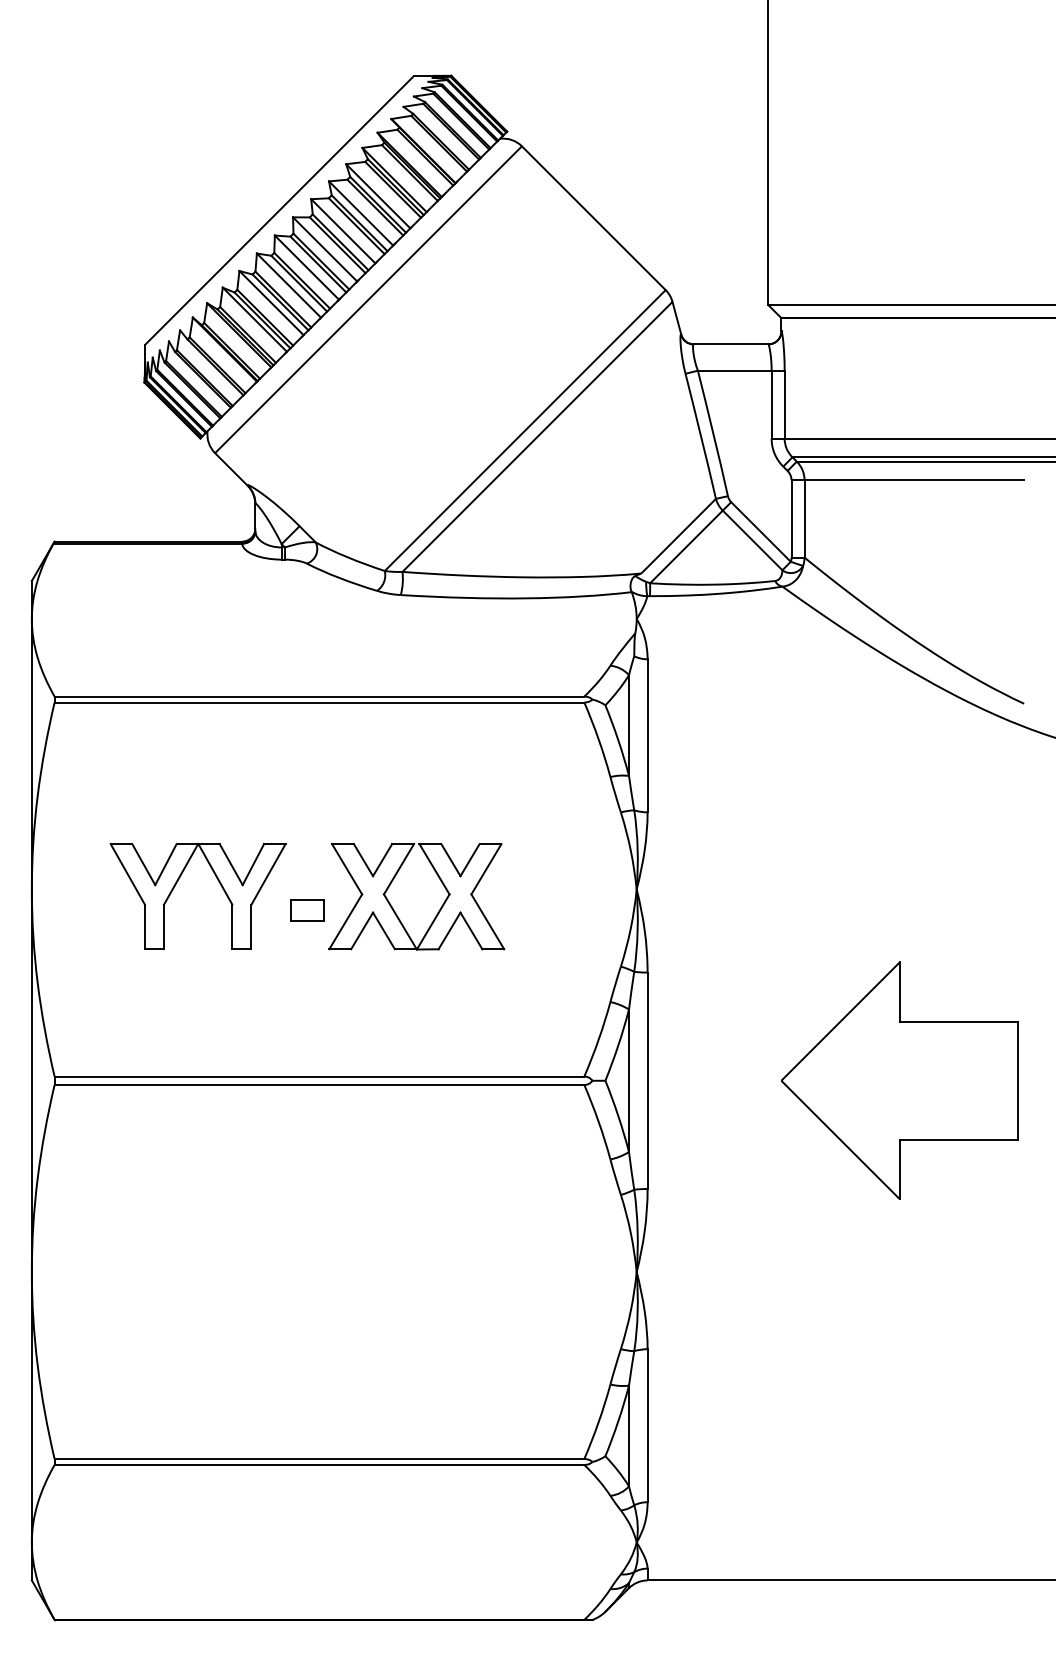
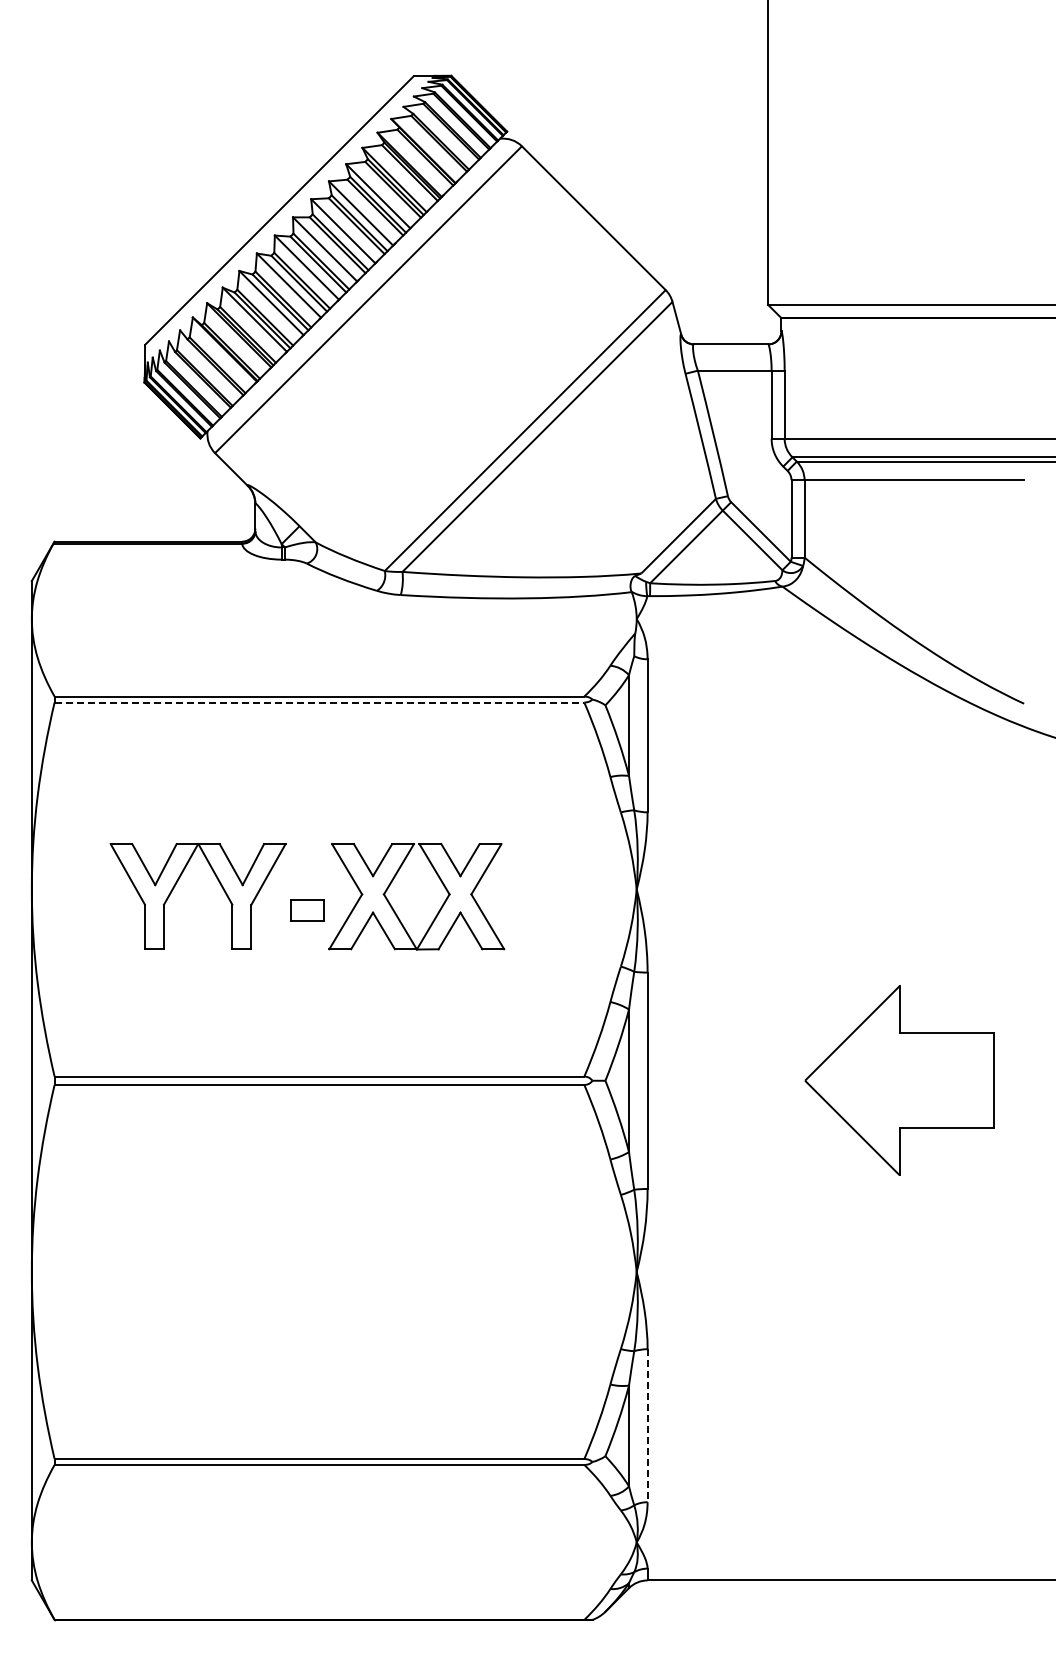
line at (319, 702): solid -> dashed
part at (899, 1080) size: 238x239 px -> 191x191 px
line at (647, 1426): solid -> dashed
